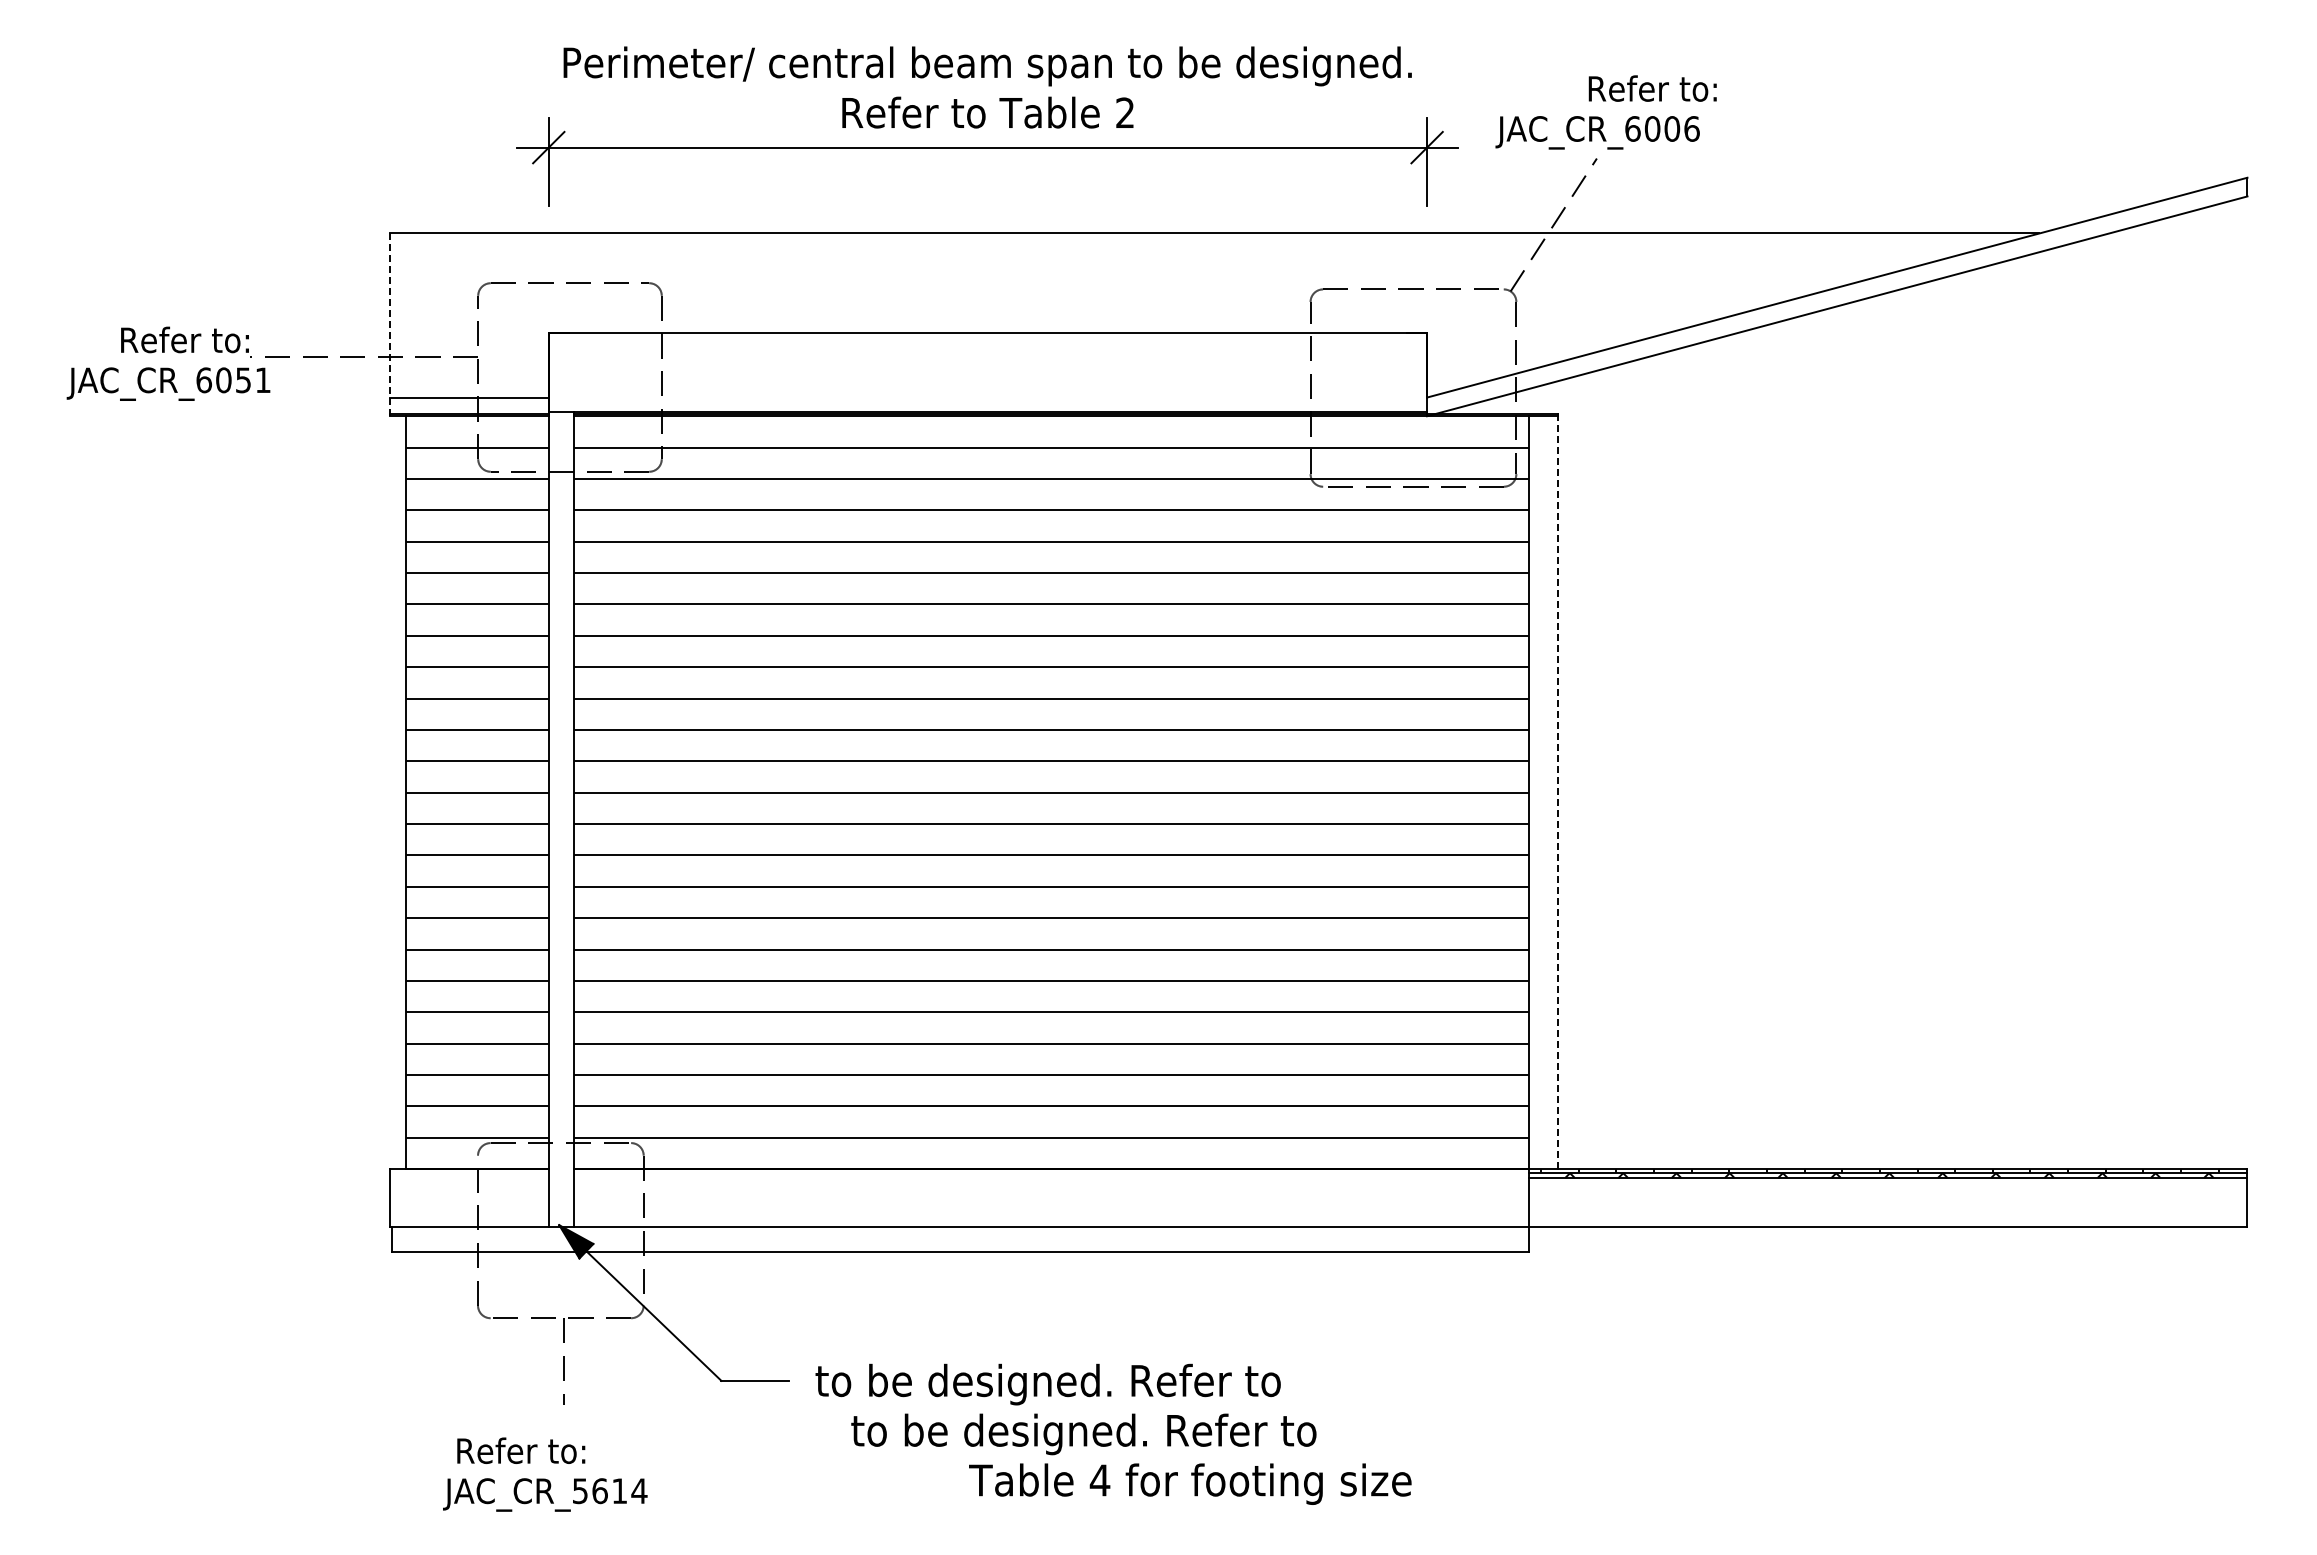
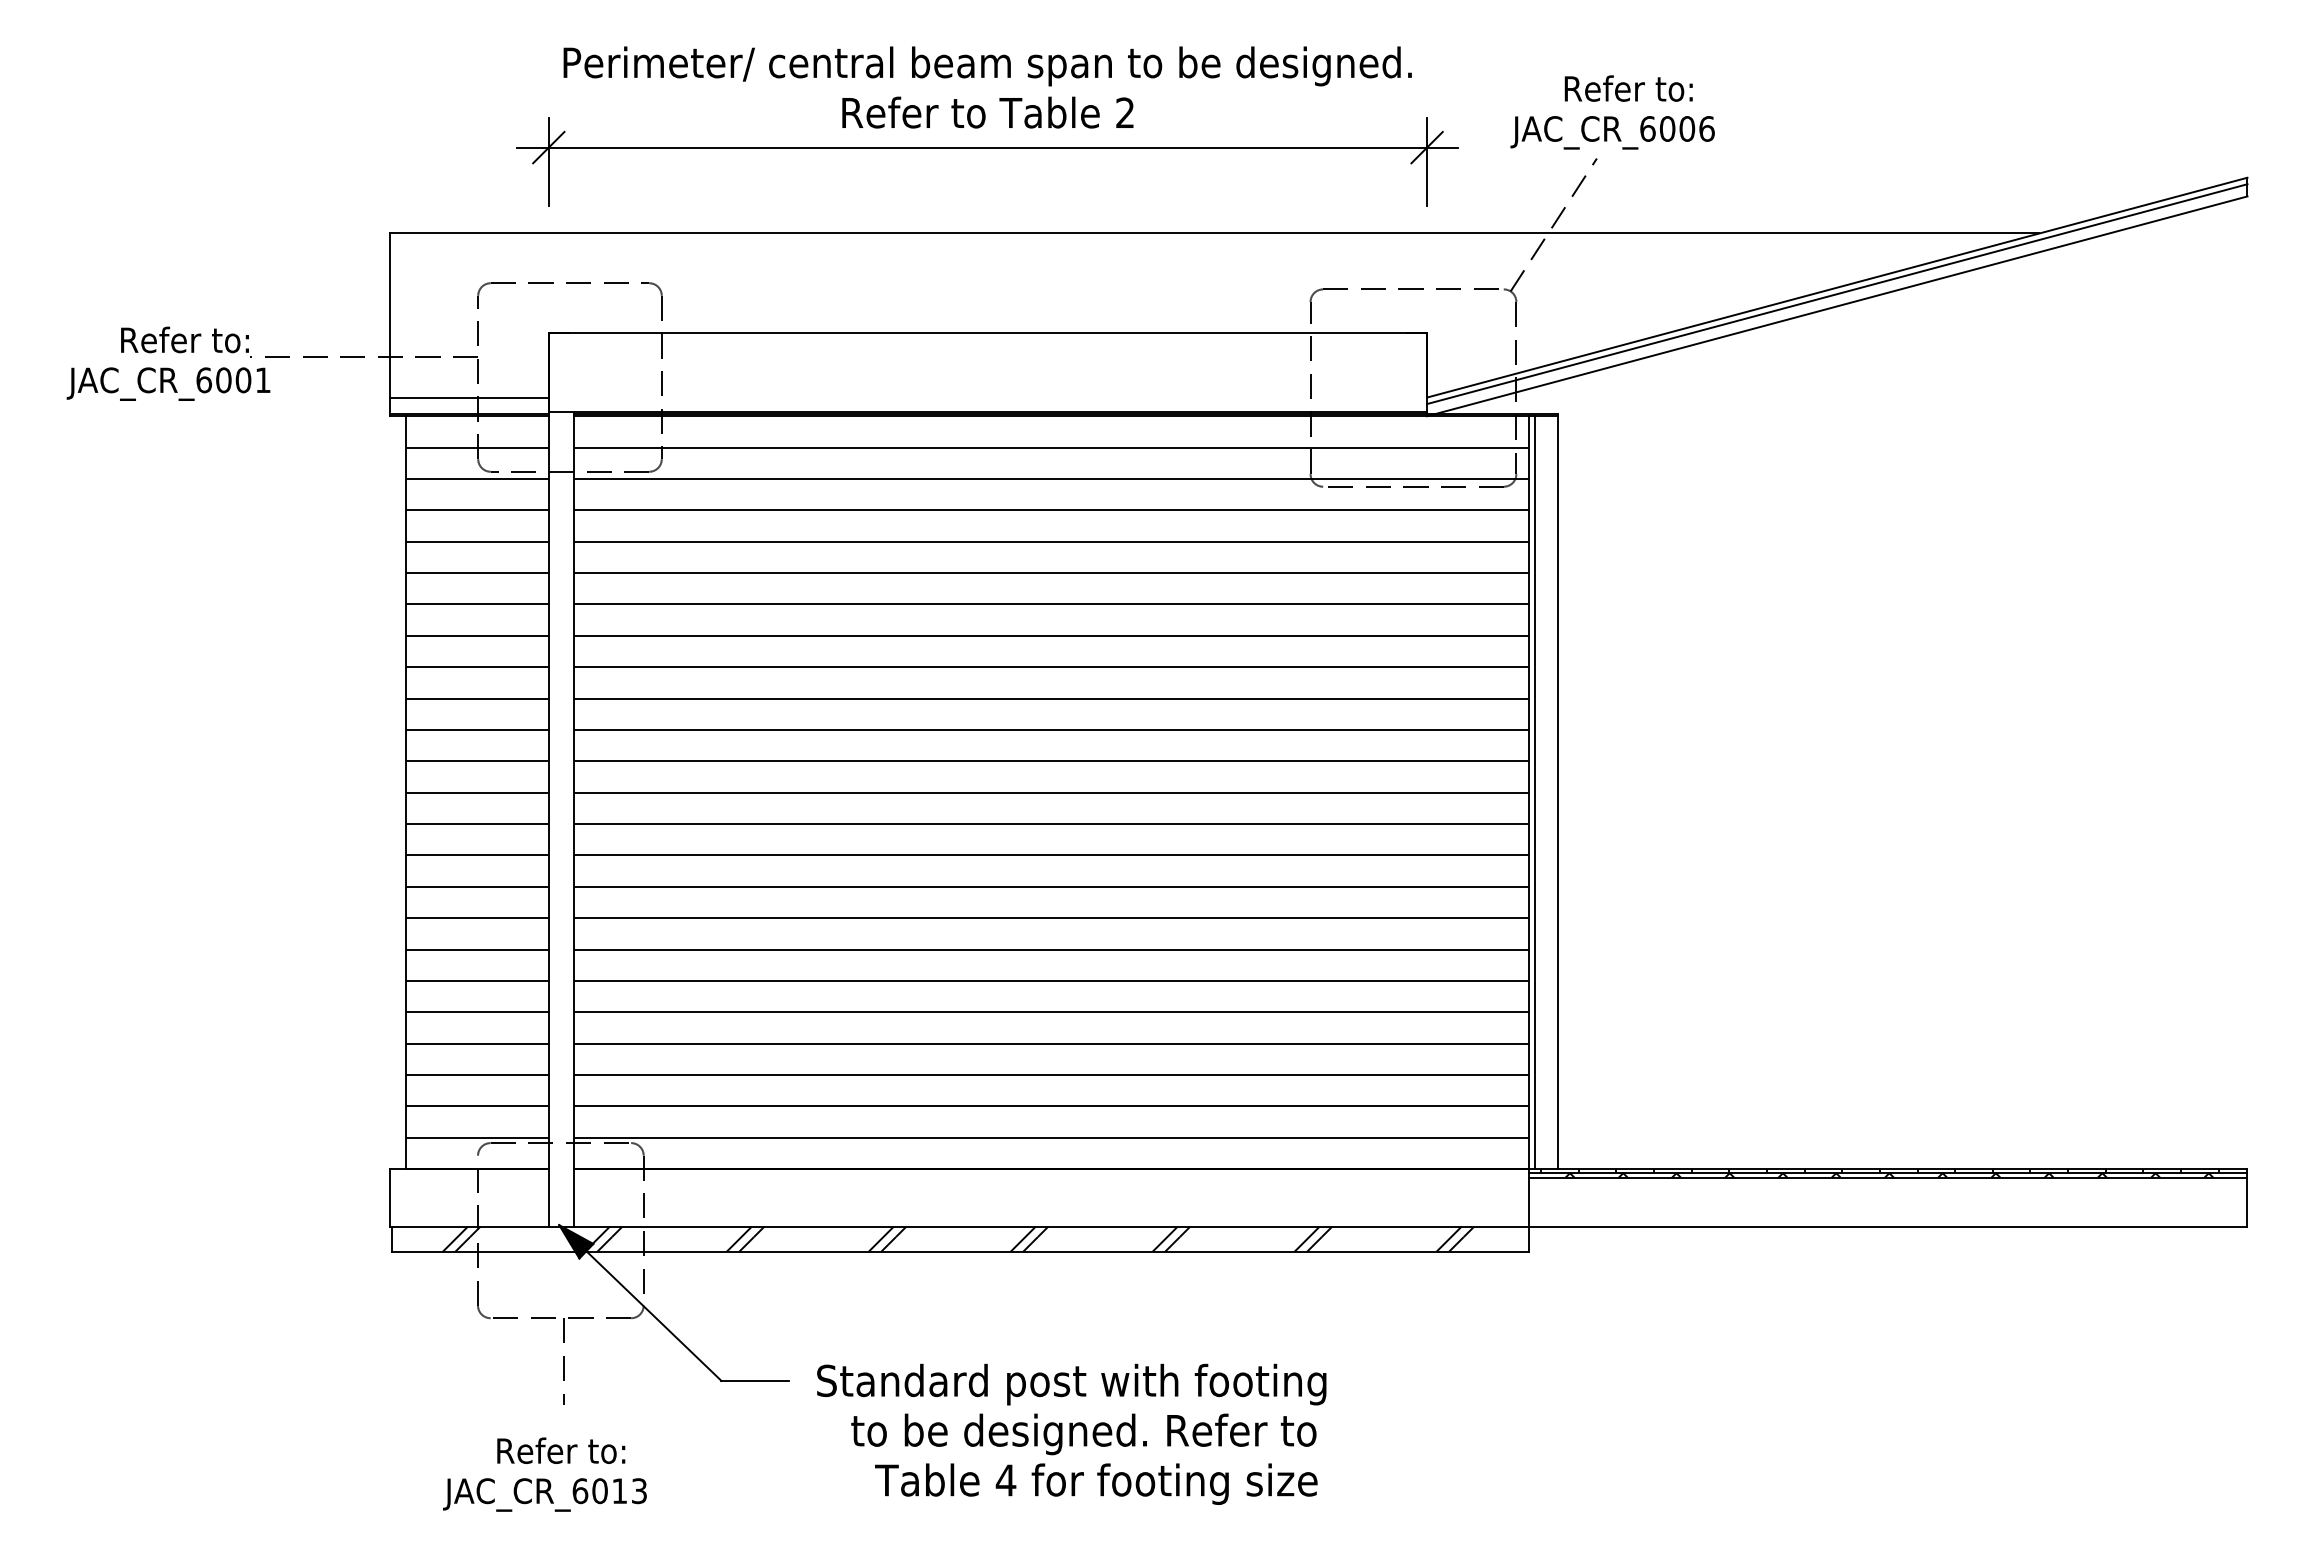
text at (1652, 88) position: (1652, 88) -> (1628, 88)
text at (1597, 132) position: (1597, 132) -> (1612, 132)
line at (1837, 294): none -> present
line at (390, 324): dashed -> solid
text at (243, 380): JAC_CR_6051 -> JAC_CR_6001
line at (1535, 792): none -> present
line at (1557, 792): dashed -> solid
hatch at (958, 1238): none -> present
text at (1070, 1384): to be designed. Refer to -> Standard post with footing
text at (521, 1450) position: (521, 1450) -> (561, 1450)
text at (1190, 1483) position: (1190, 1483) -> (1096, 1483)
text at (609, 1491): JAC_CR_5614 -> JAC_CR_6013
